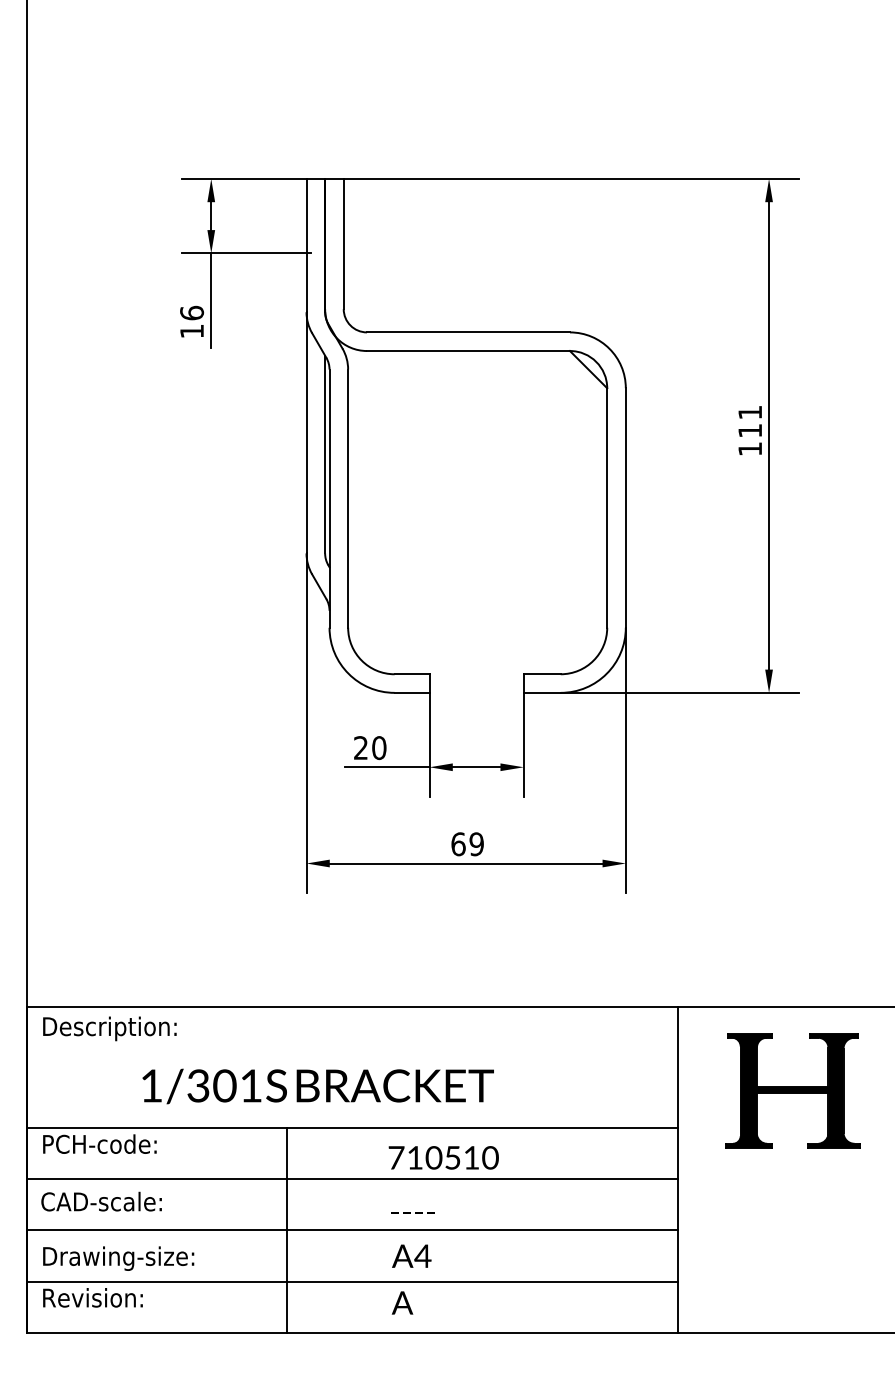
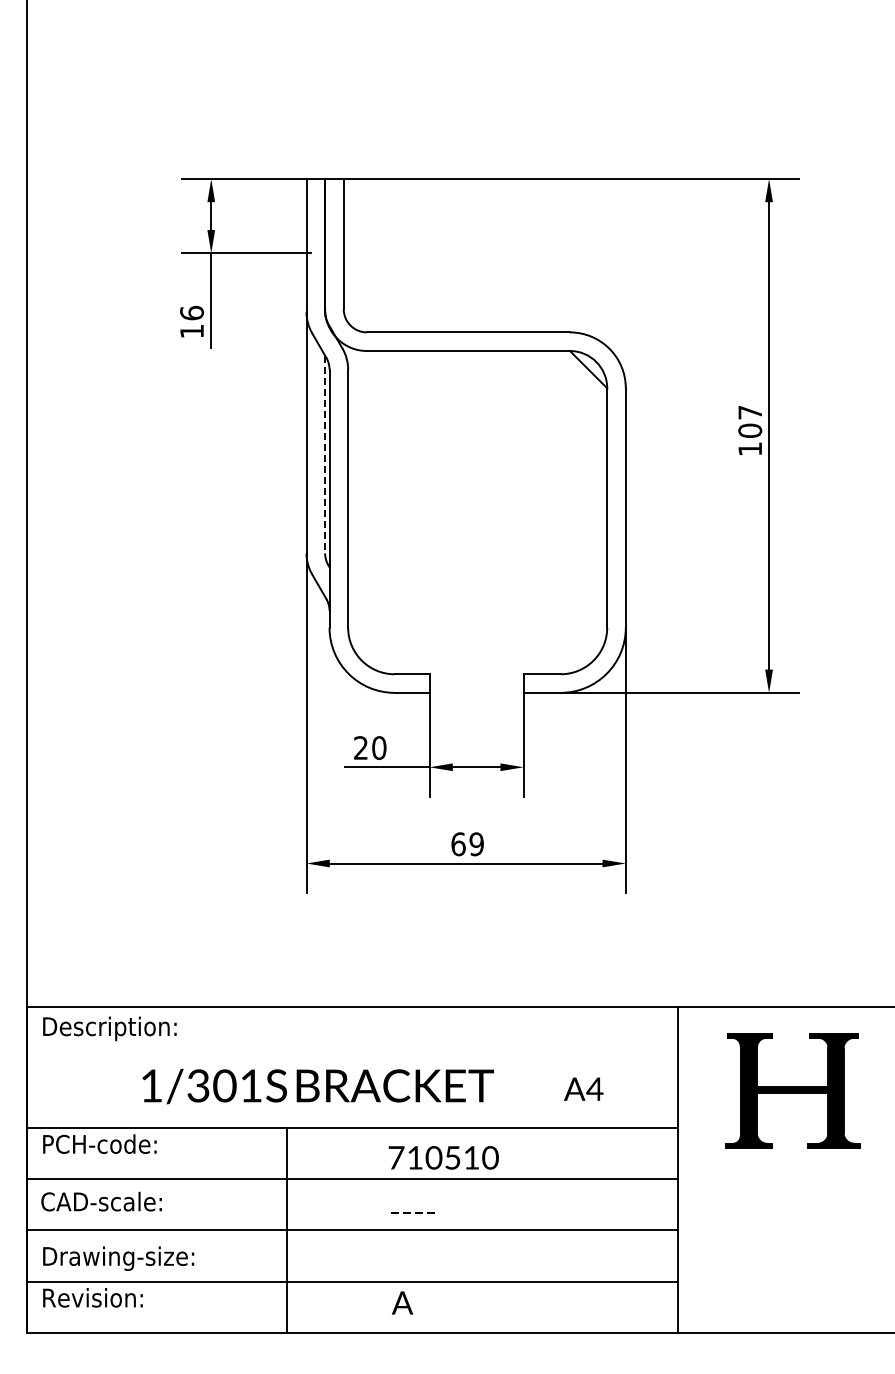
text at (750, 421): 111 -> 107
line at (325, 454): solid -> dashed
text at (411, 1255) position: (411, 1255) -> (583, 1088)
